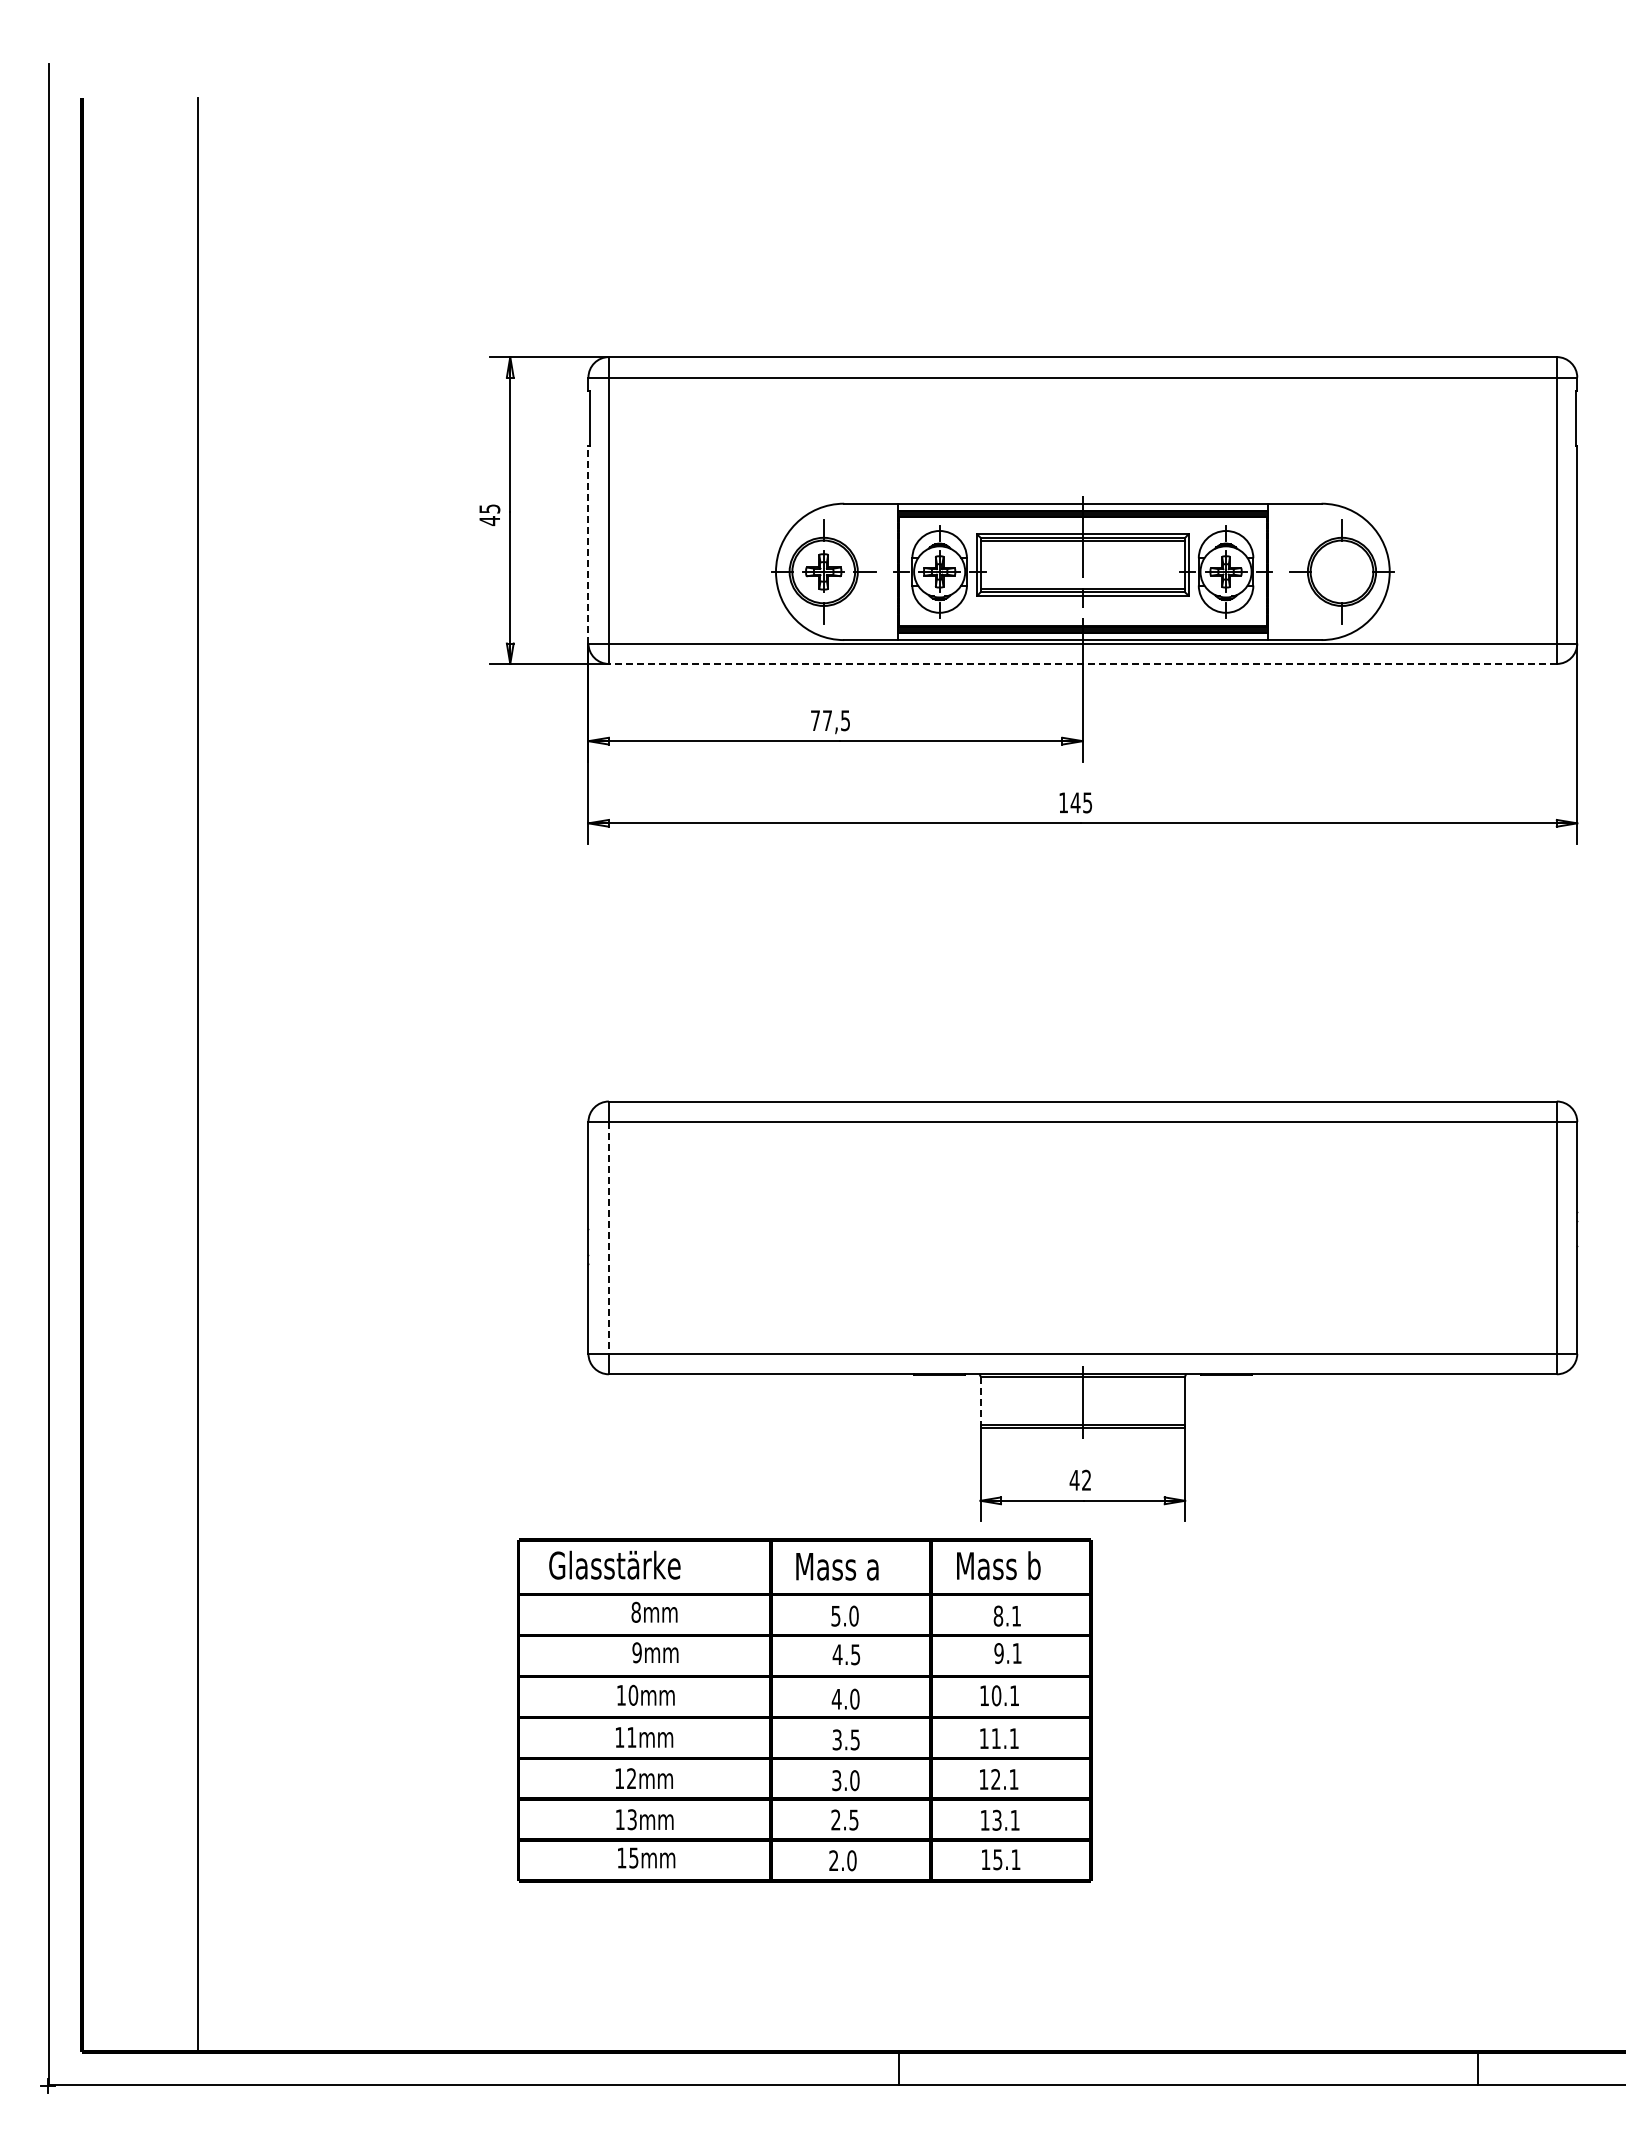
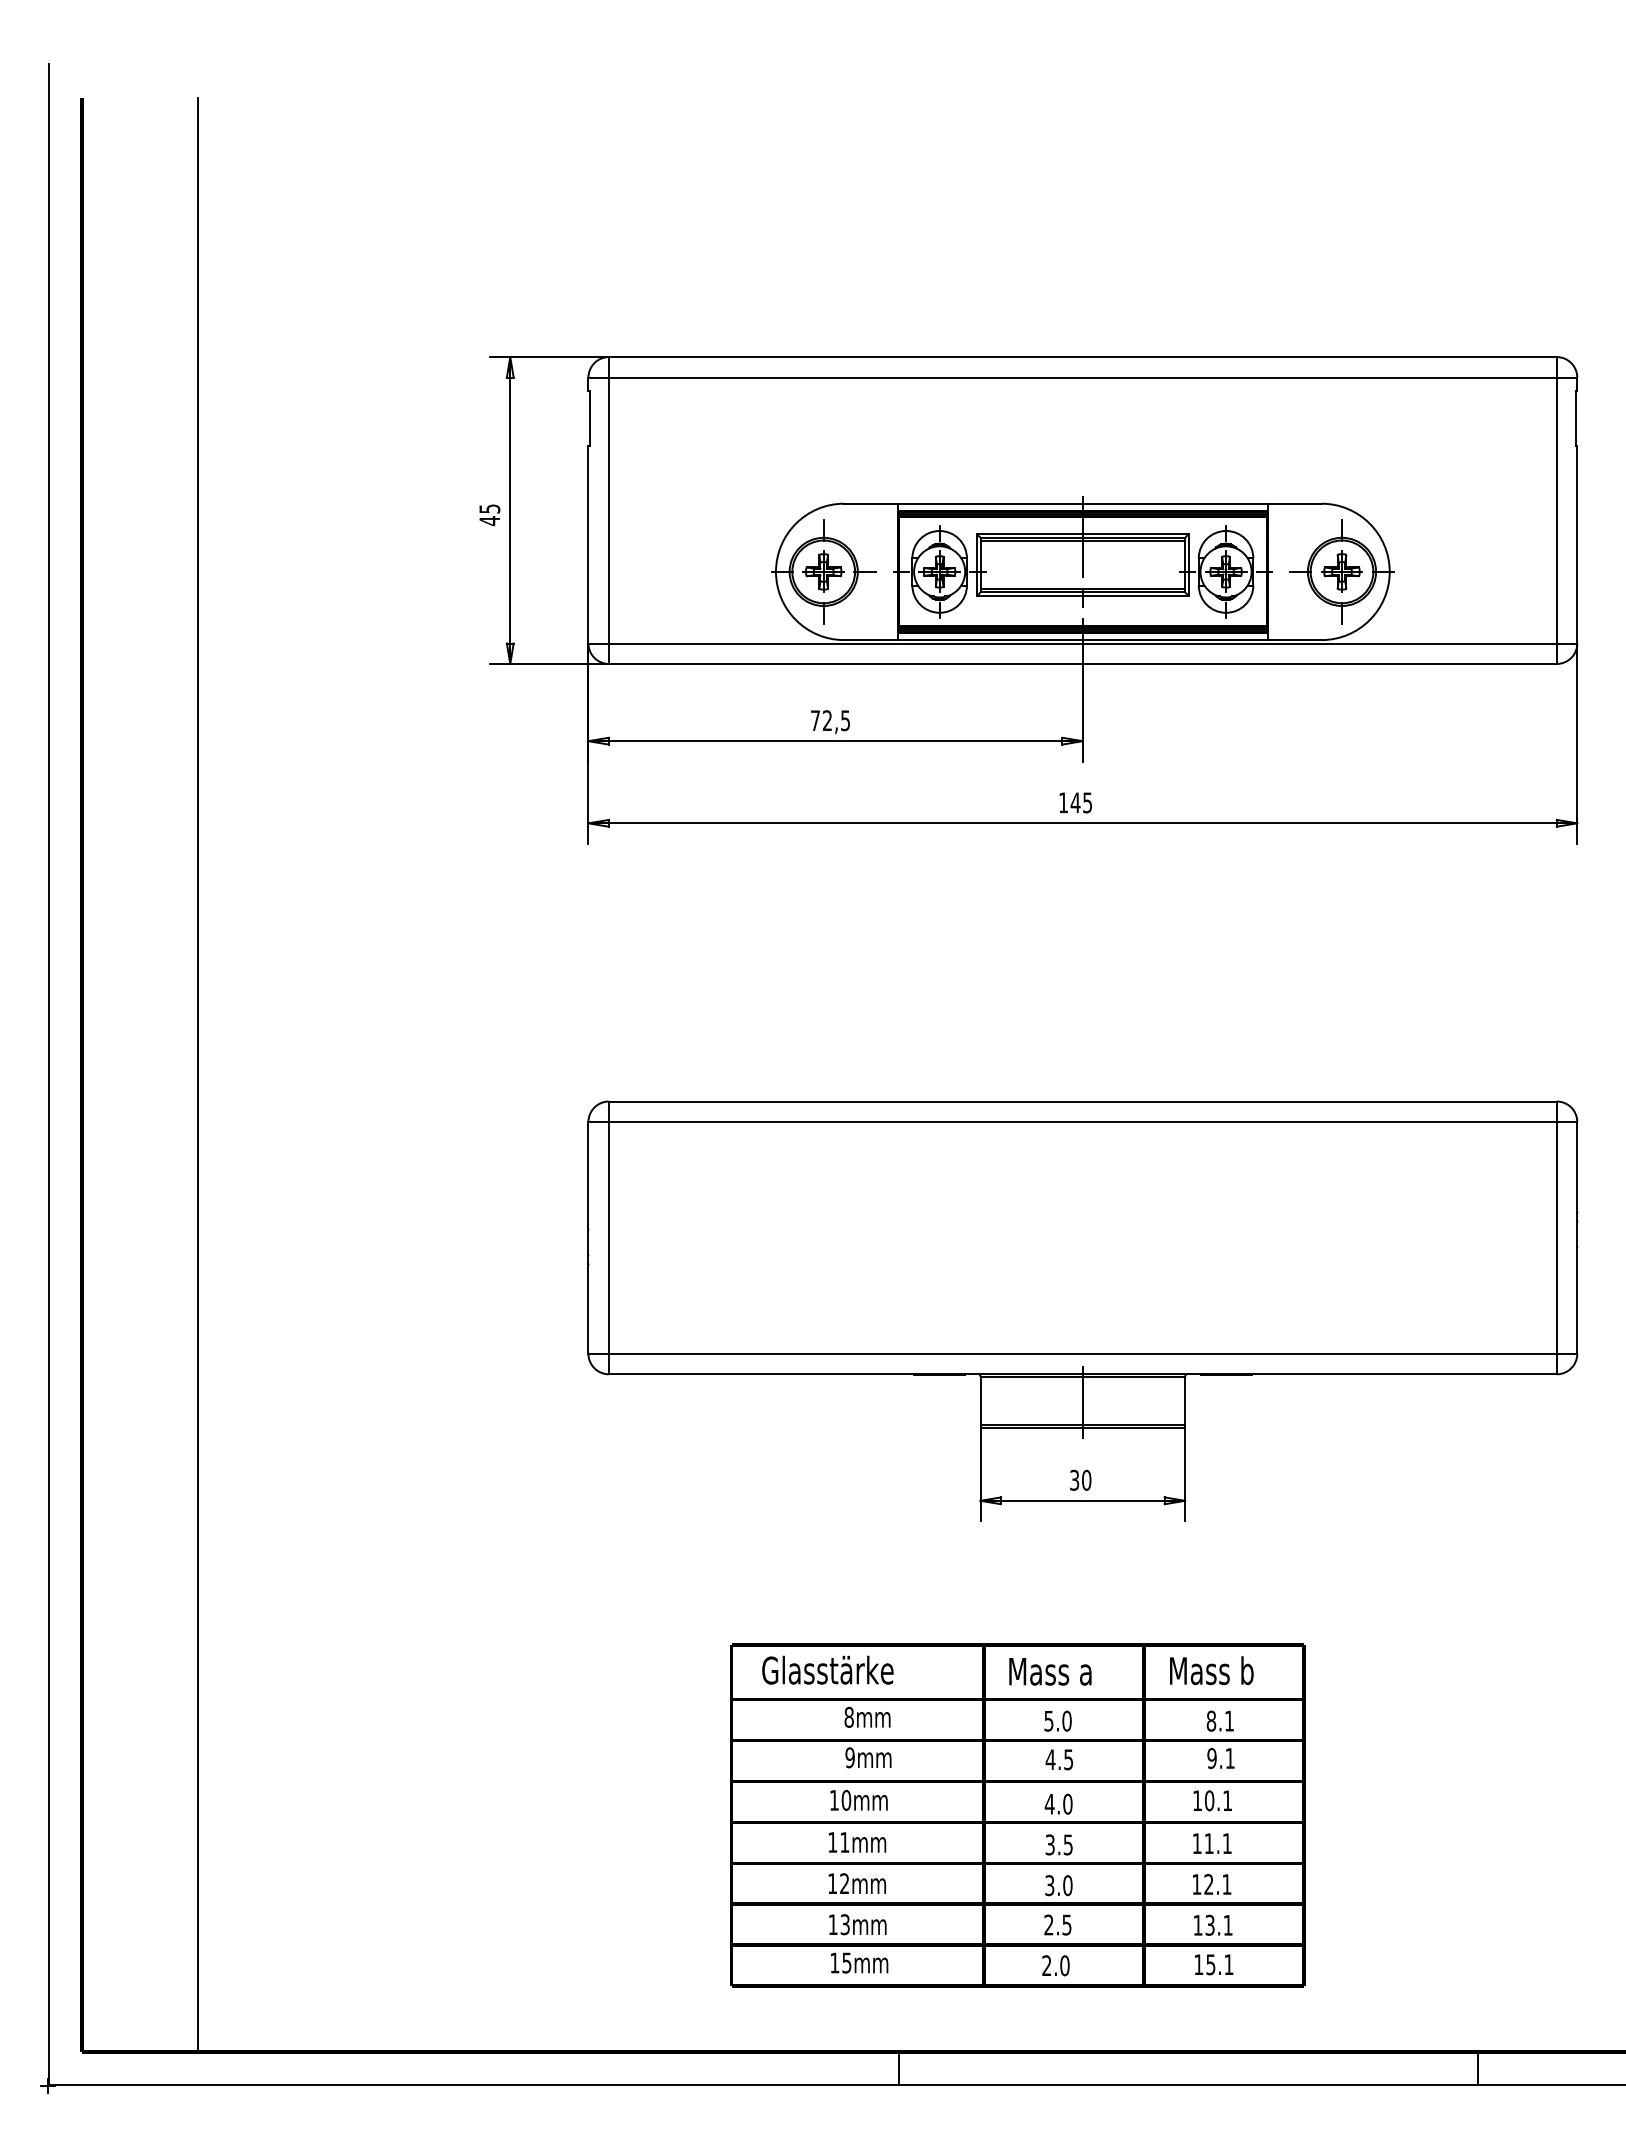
line at (588, 544): dashed -> solid
part at (1341, 571): none -> present
line at (1082, 663): dashed -> solid
text at (827, 720): 77,5 -> 72,5
line at (608, 1237): dashed -> solid
line at (980, 1400): dashed -> solid
text at (1080, 1479): 42 -> 30
text at (804, 1710) position: (804, 1710) -> (1017, 1815)
